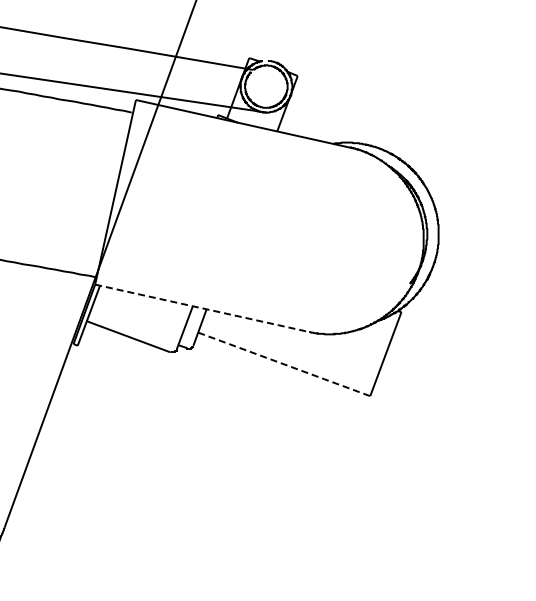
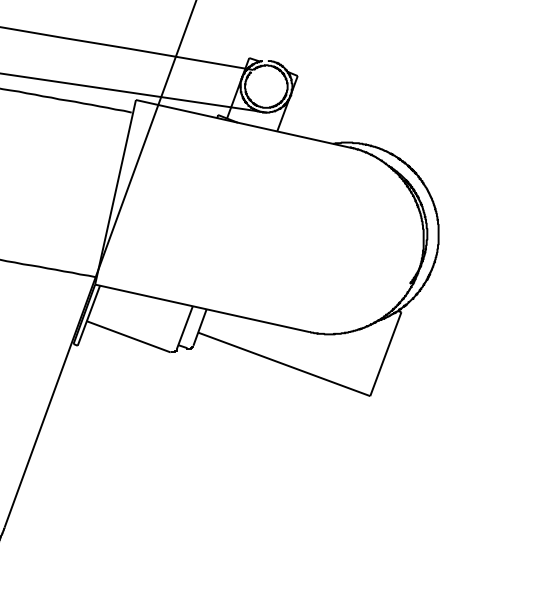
line at (202, 308): dashed -> solid
line at (284, 364): dashed -> solid
